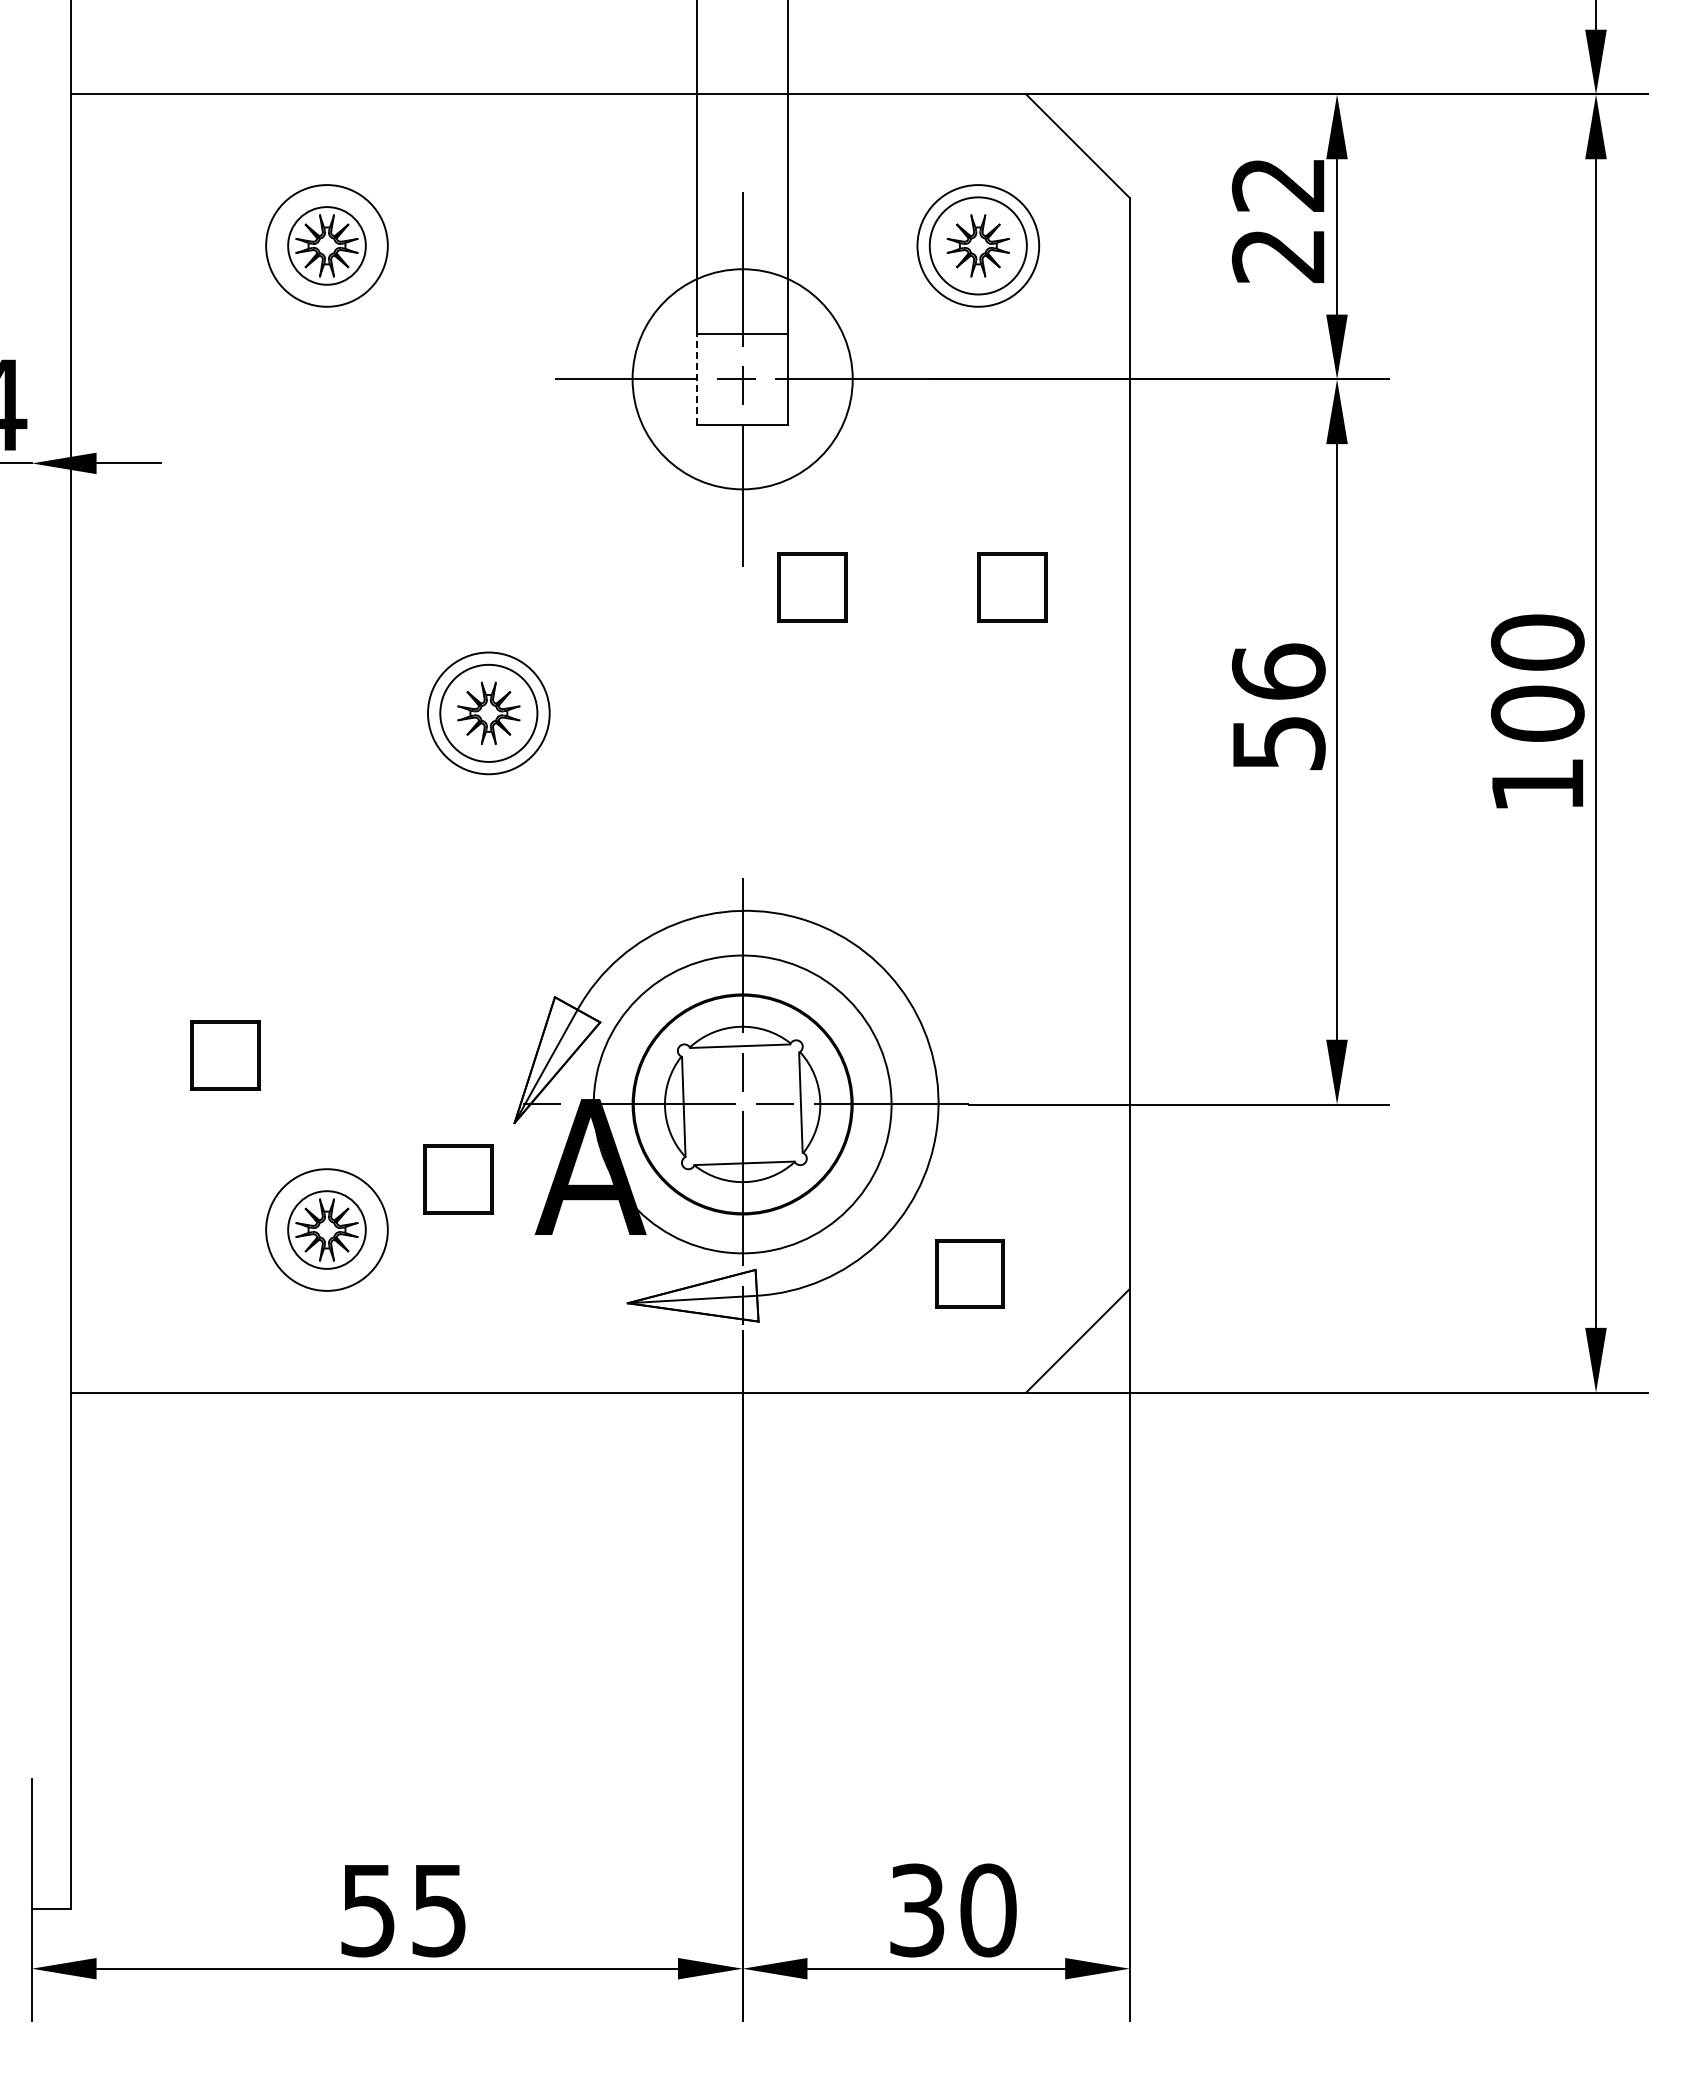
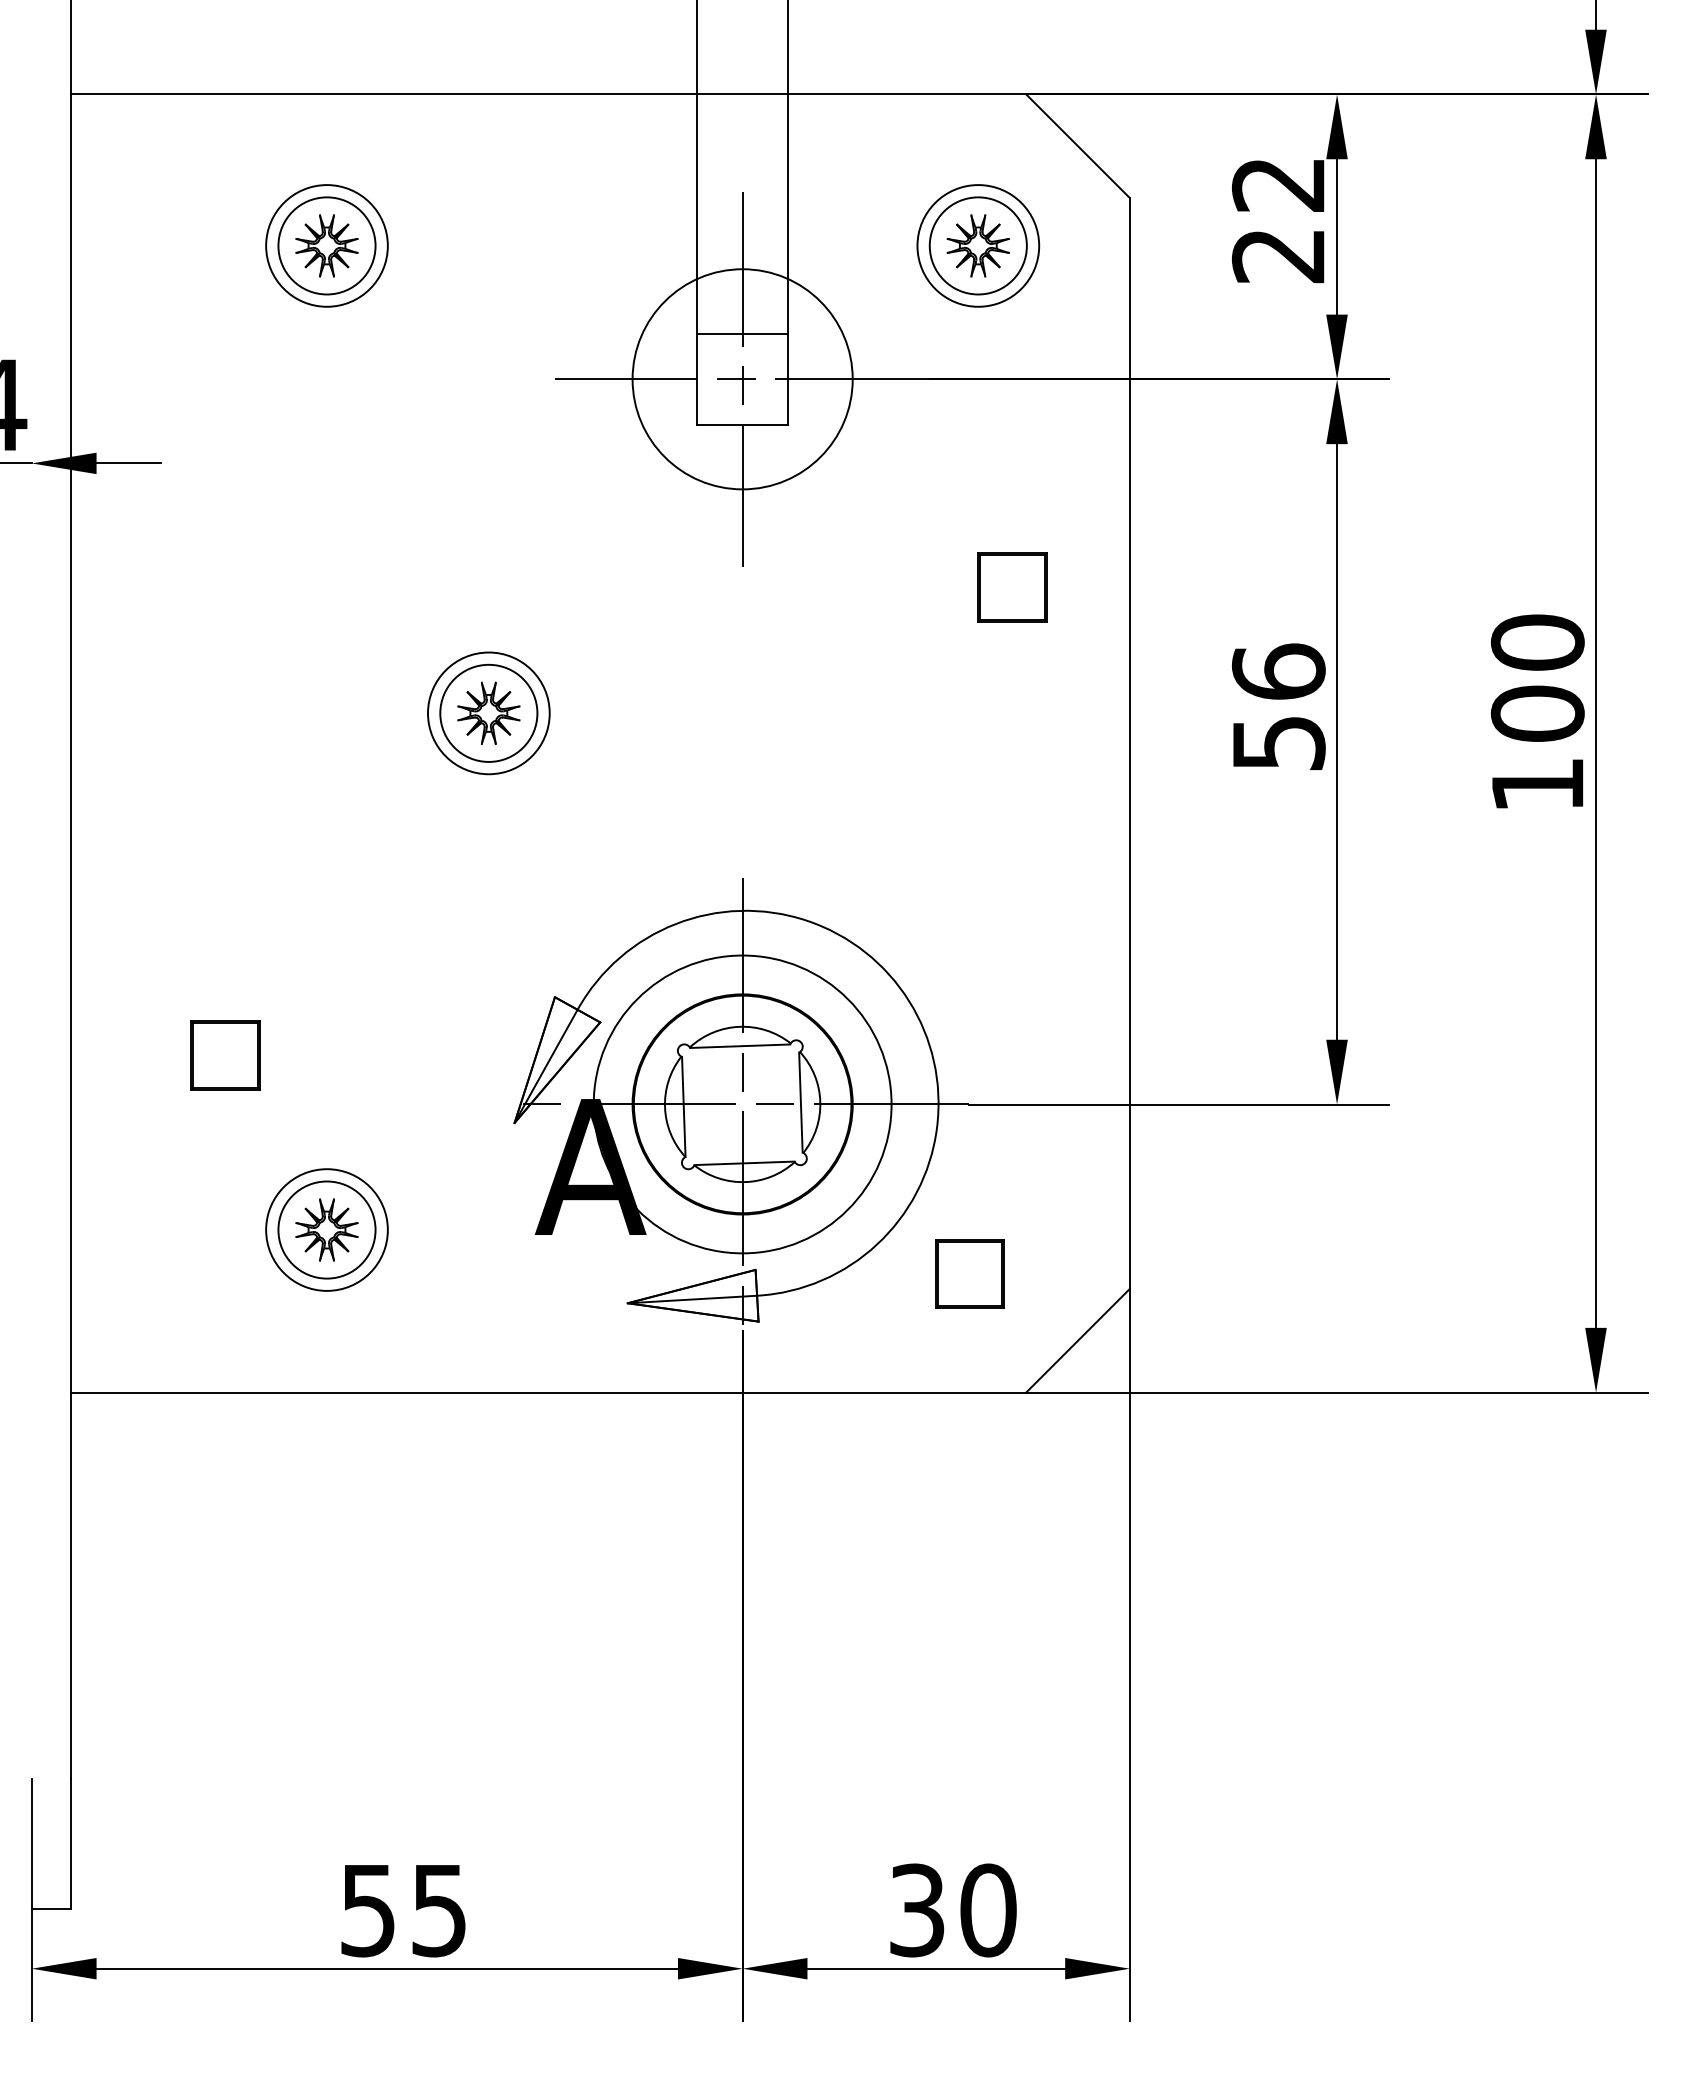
circle at (326, 245) diameter: 78 px -> 97 px
line at (697, 379): dashed -> solid
part at (812, 587): present -> none
part at (458, 1179): present -> none
circle at (326, 1229) diameter: 78 px -> 97 px
